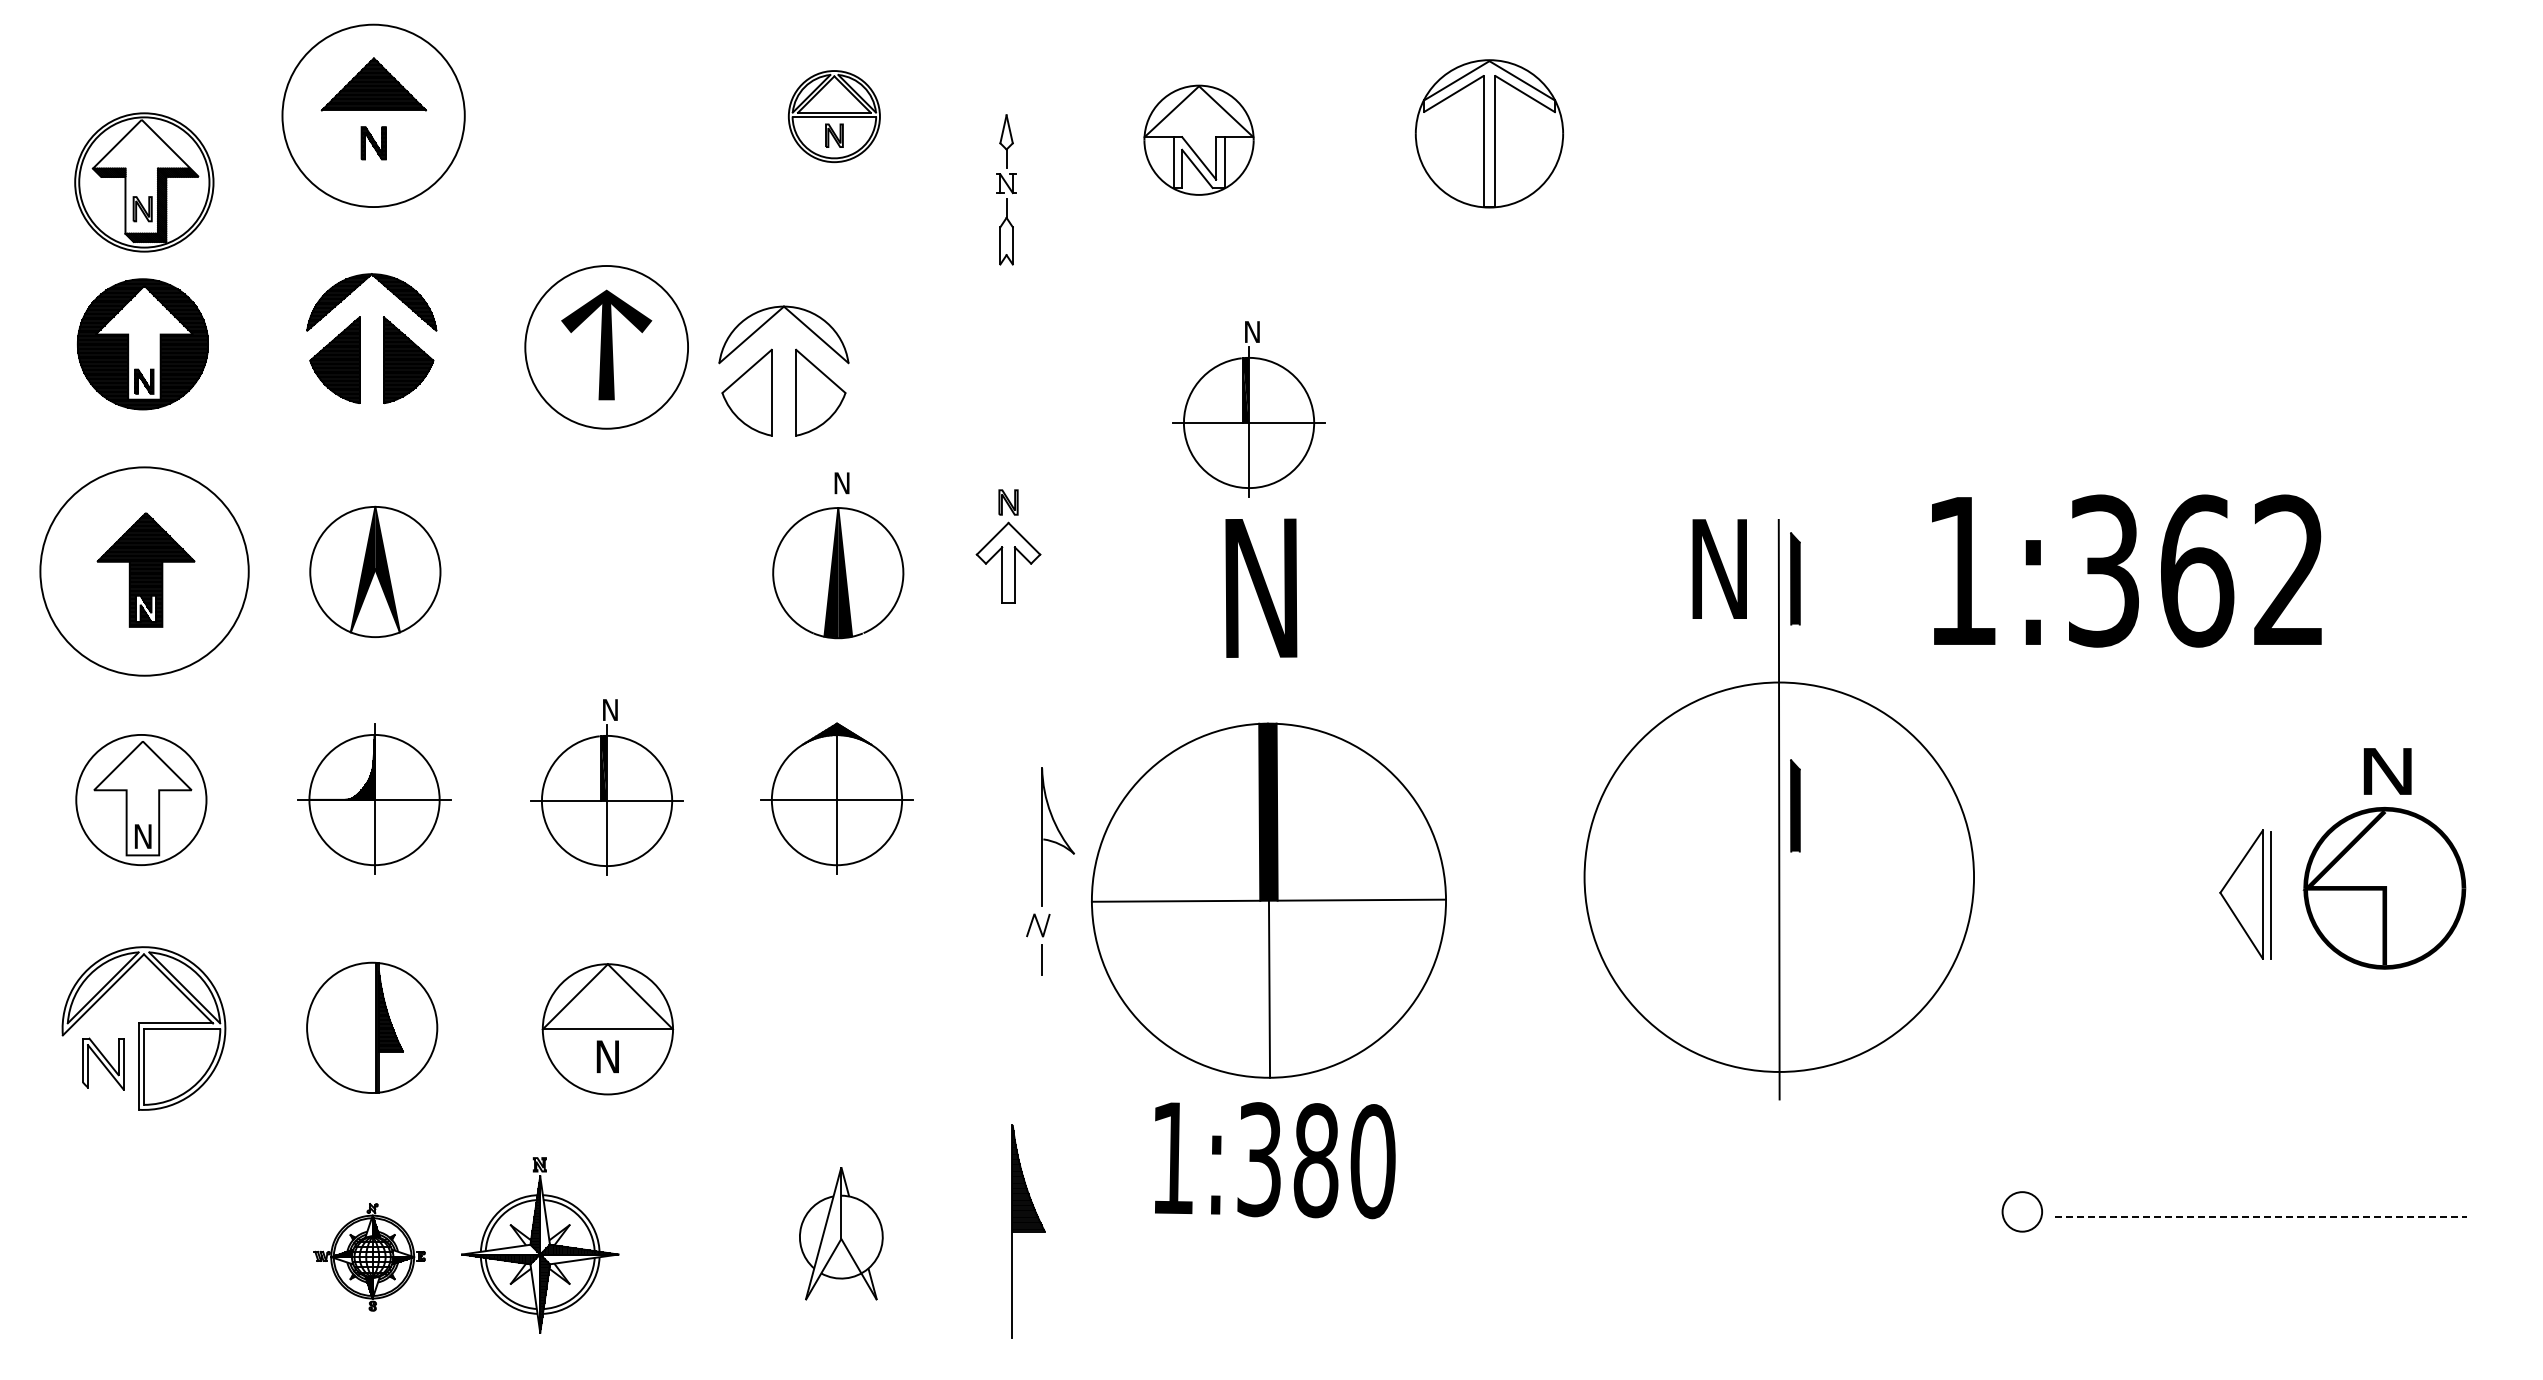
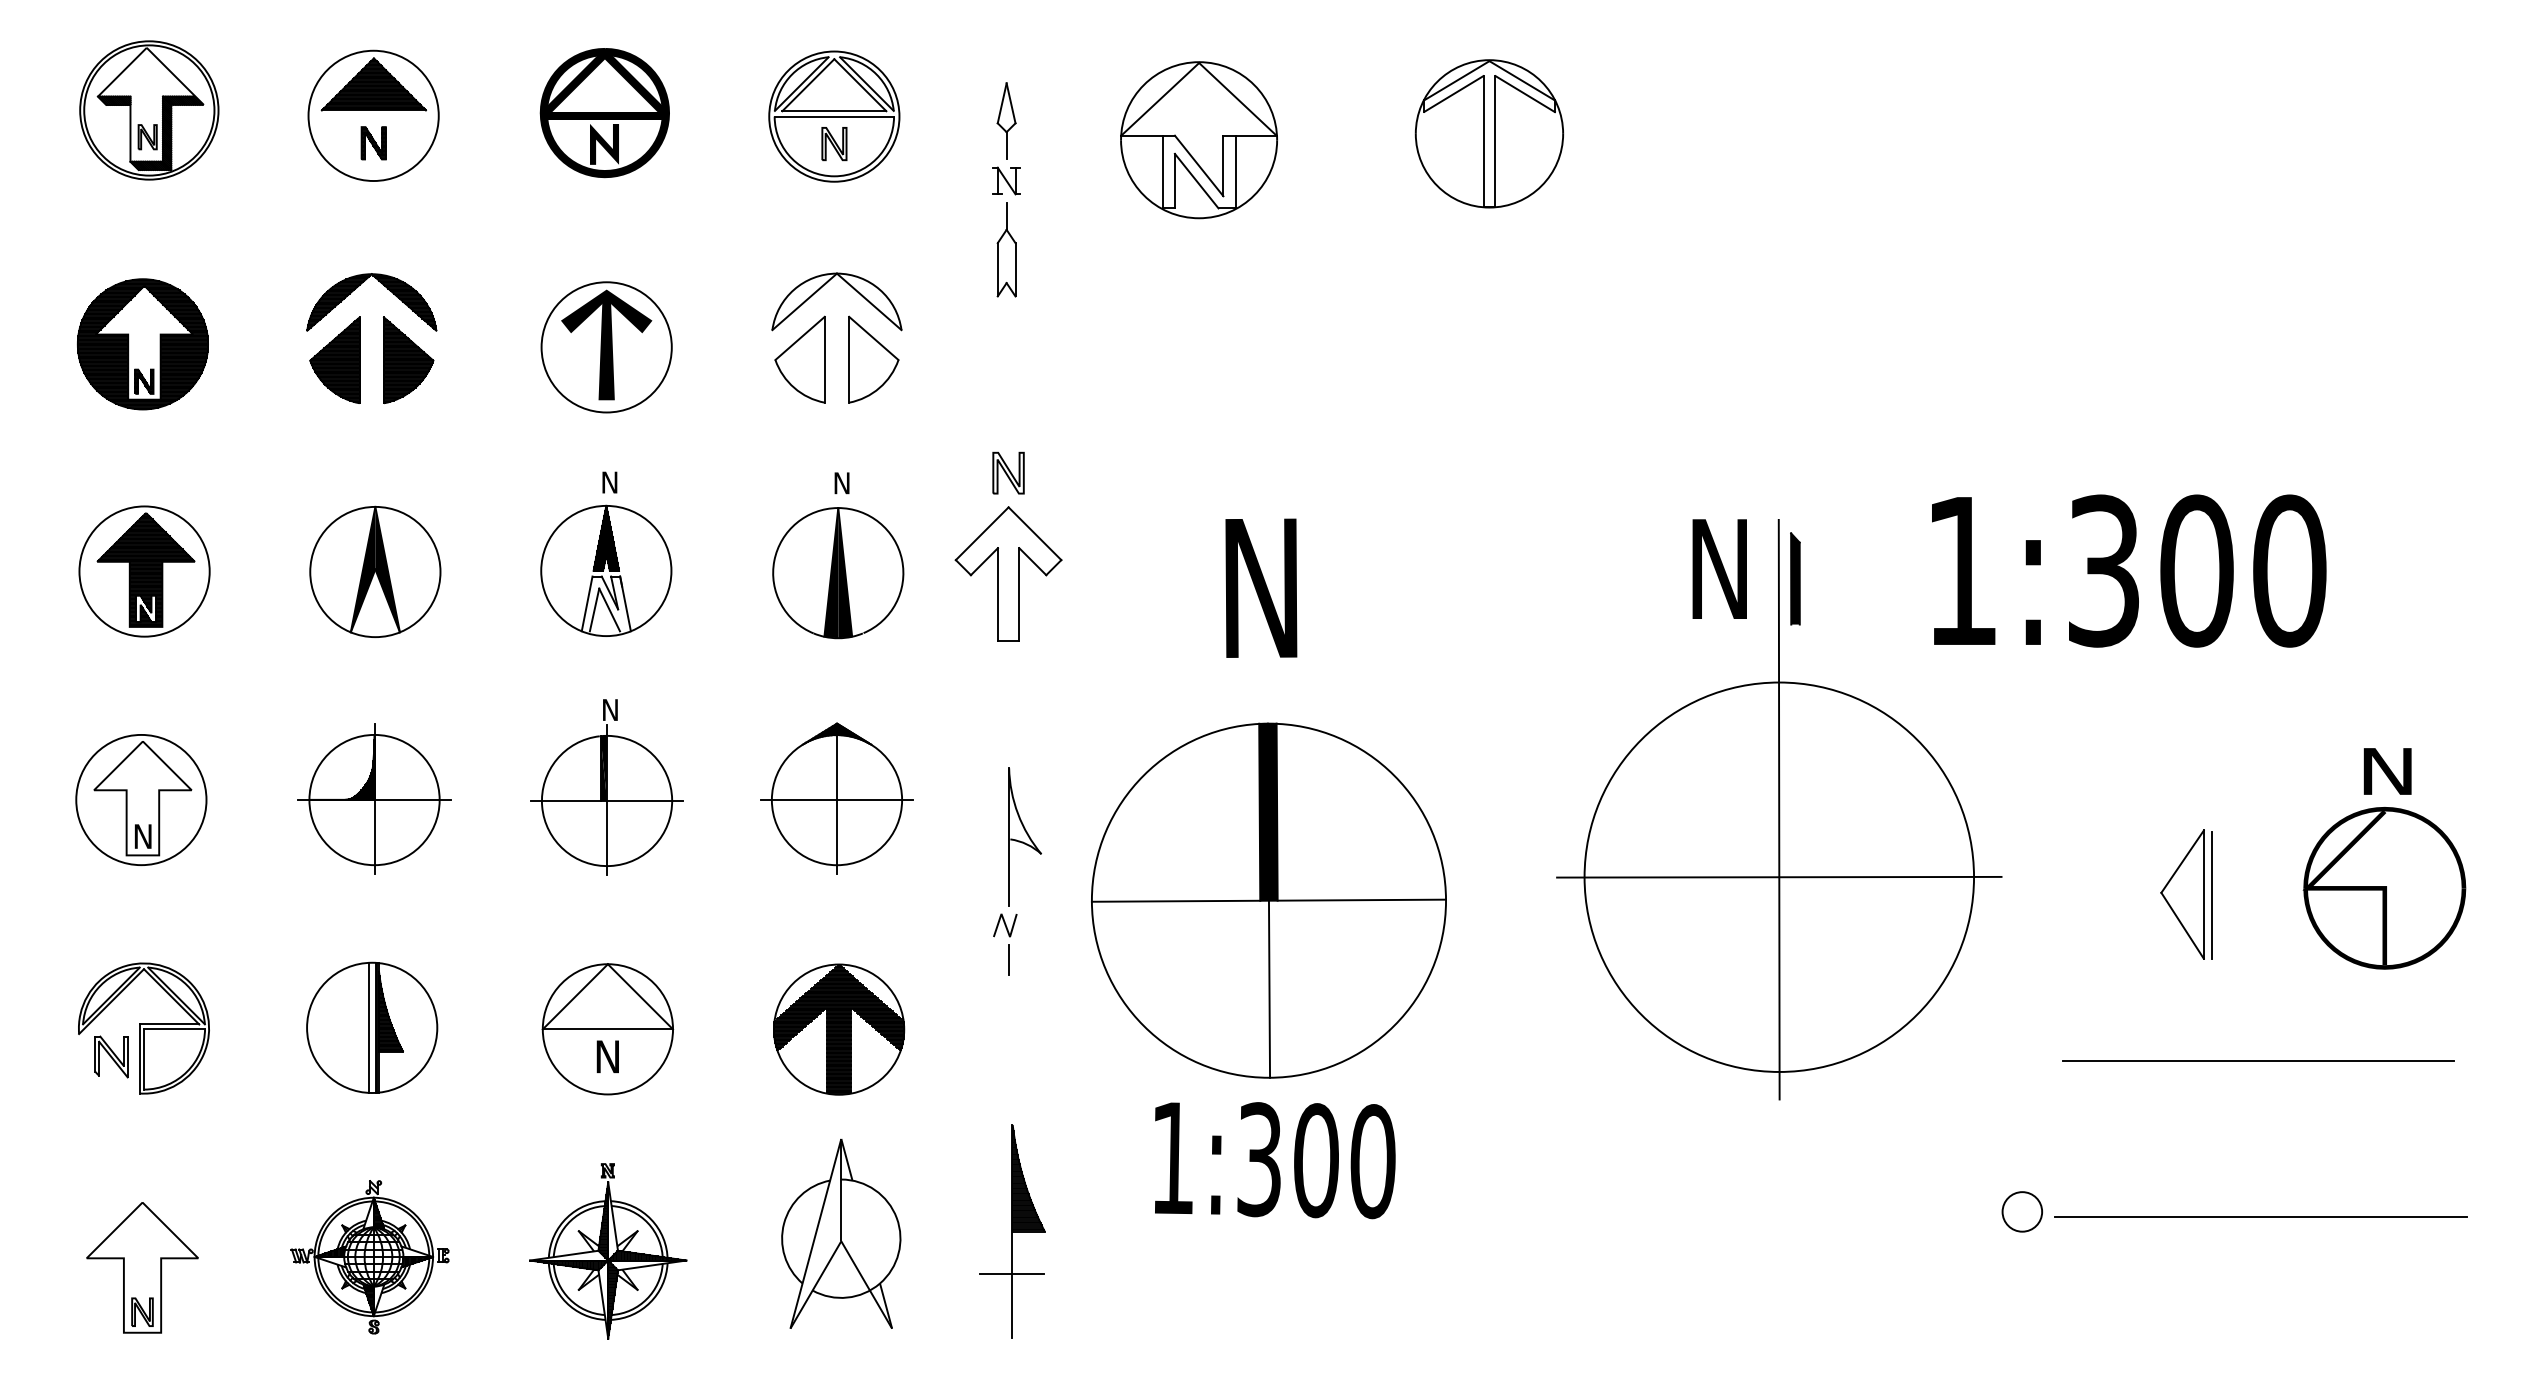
part at (604, 113): none -> present
circle at (373, 115) diameter: 182 px -> 130 px
part at (833, 116) size: 94x94 px -> 133x133 px
part at (1198, 139) size: 112x112 px -> 158x159 px
part at (144, 182) position: (144, 182) -> (149, 110)
part at (1006, 189) size: 21x152 px -> 29x216 px
circle at (606, 347) diameter: 163 px -> 130 px
part at (772, 370) position: (772, 370) -> (825, 337)
part at (1248, 409): present -> none
part at (1008, 546) size: 67x115 px -> 109x191 px
part at (606, 553): none -> present
text at (2243, 570): 1:362 -> 1:300
circle at (144, 571) diameter: 208 px -> 130 px
part at (1795, 805): present -> none
part at (1042, 871) position: (1042, 871) -> (1009, 871)
line at (1779, 876): none -> present
part at (2245, 894) position: (2245, 894) -> (2186, 894)
line at (368, 1027): none -> present
part at (143, 1028) size: 166x165 px -> 132x133 px
part at (839, 1029): none -> present
line at (2258, 1060): none -> present
text at (1315, 1160): 1:380 -> 1:300
line at (2260, 1217): dashed -> solid
part at (841, 1233) size: 85x134 px -> 121x191 px
part at (540, 1245) position: (540, 1245) -> (608, 1251)
part at (369, 1257) size: 113x109 px -> 160x155 px
part at (142, 1267): none -> present
line at (1012, 1274): none -> present
